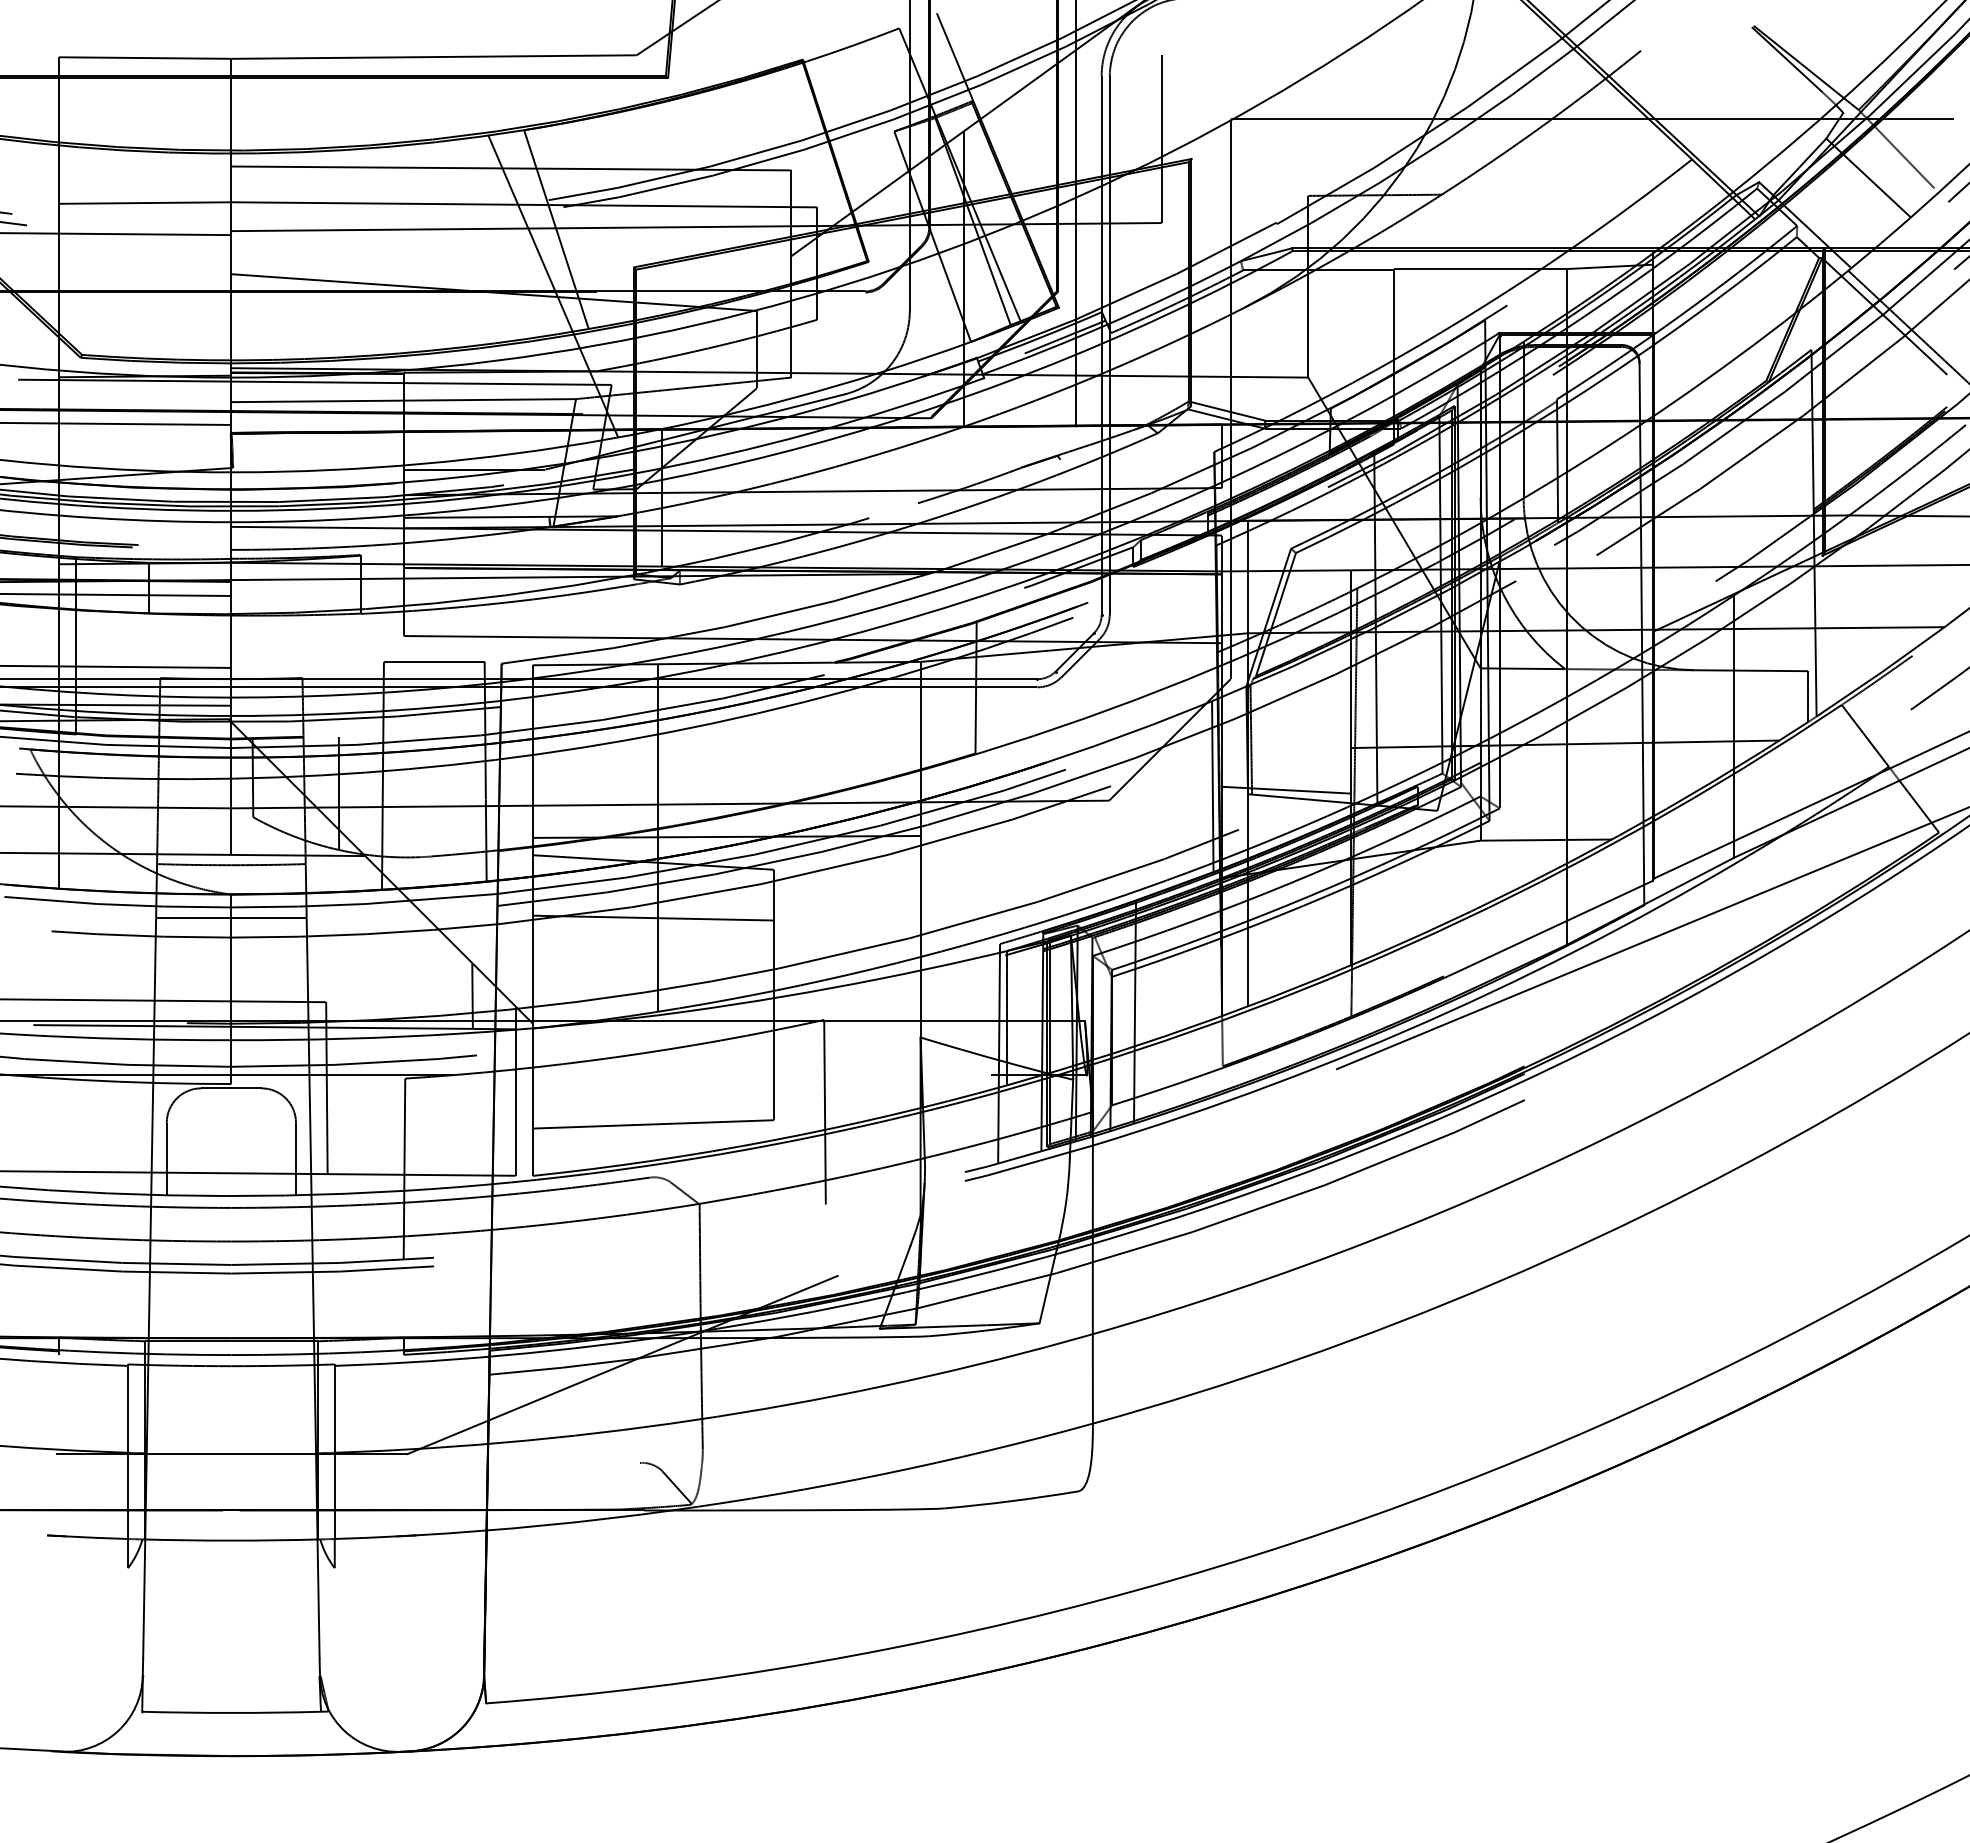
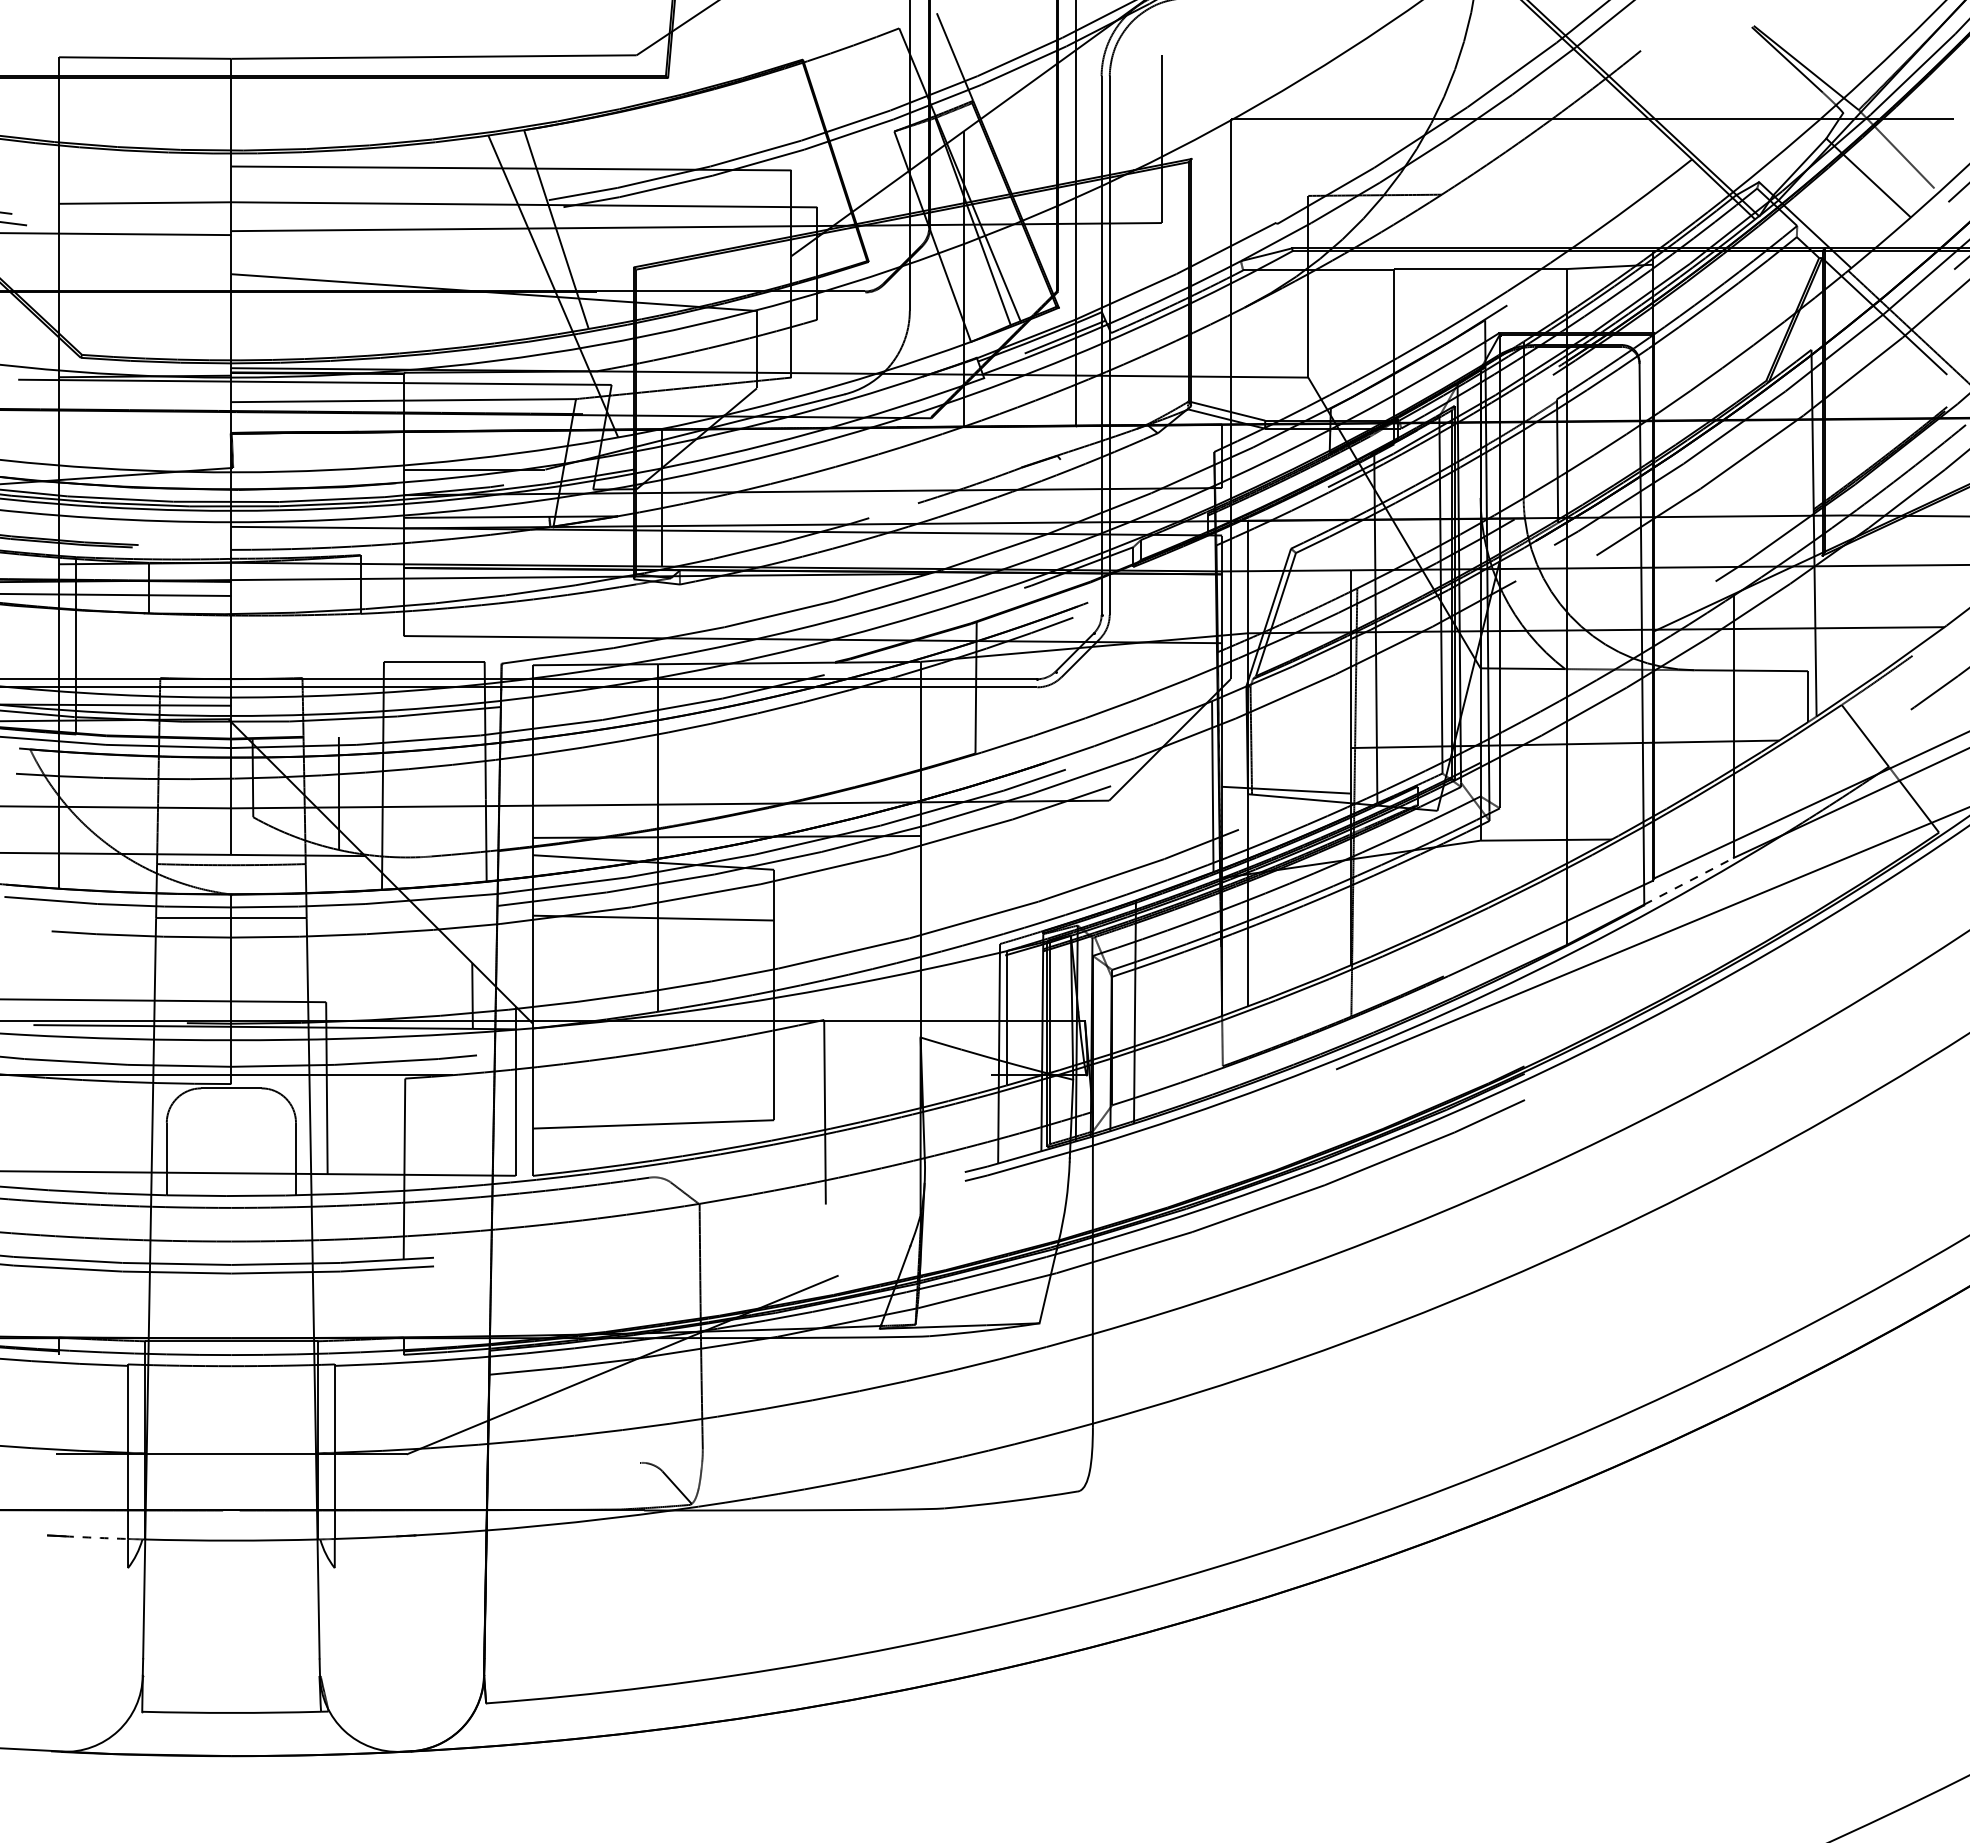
line at (116, 423): present -> none
line at (116, 666): present -> none
line at (1689, 881): solid -> dashed
arc at (96, 1537): solid -> dashed
